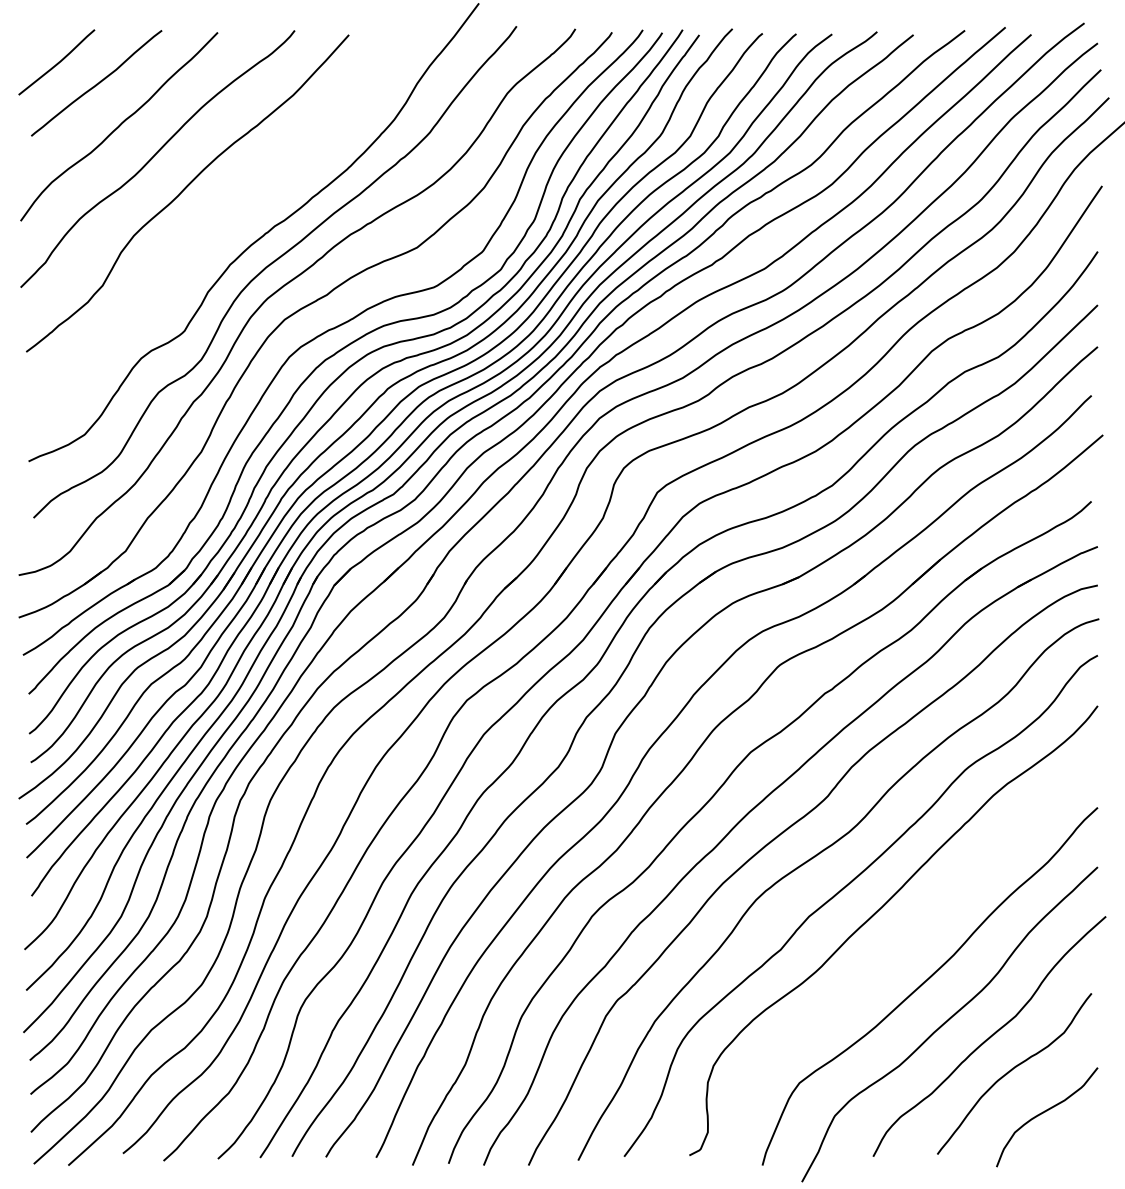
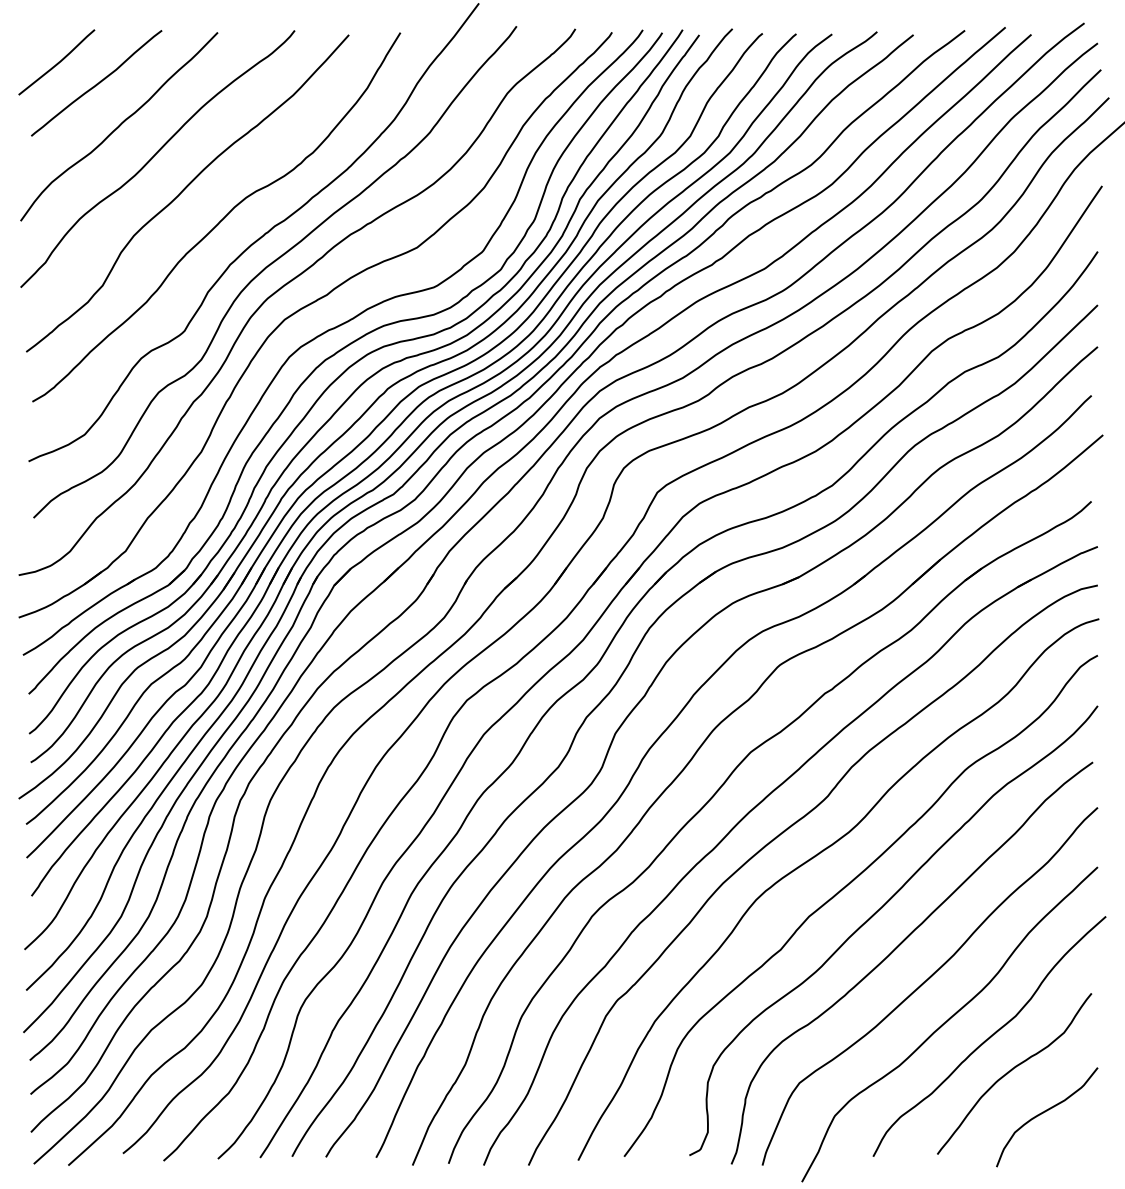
curve at (220, 220): none -> present
curve at (897, 948): none -> present
